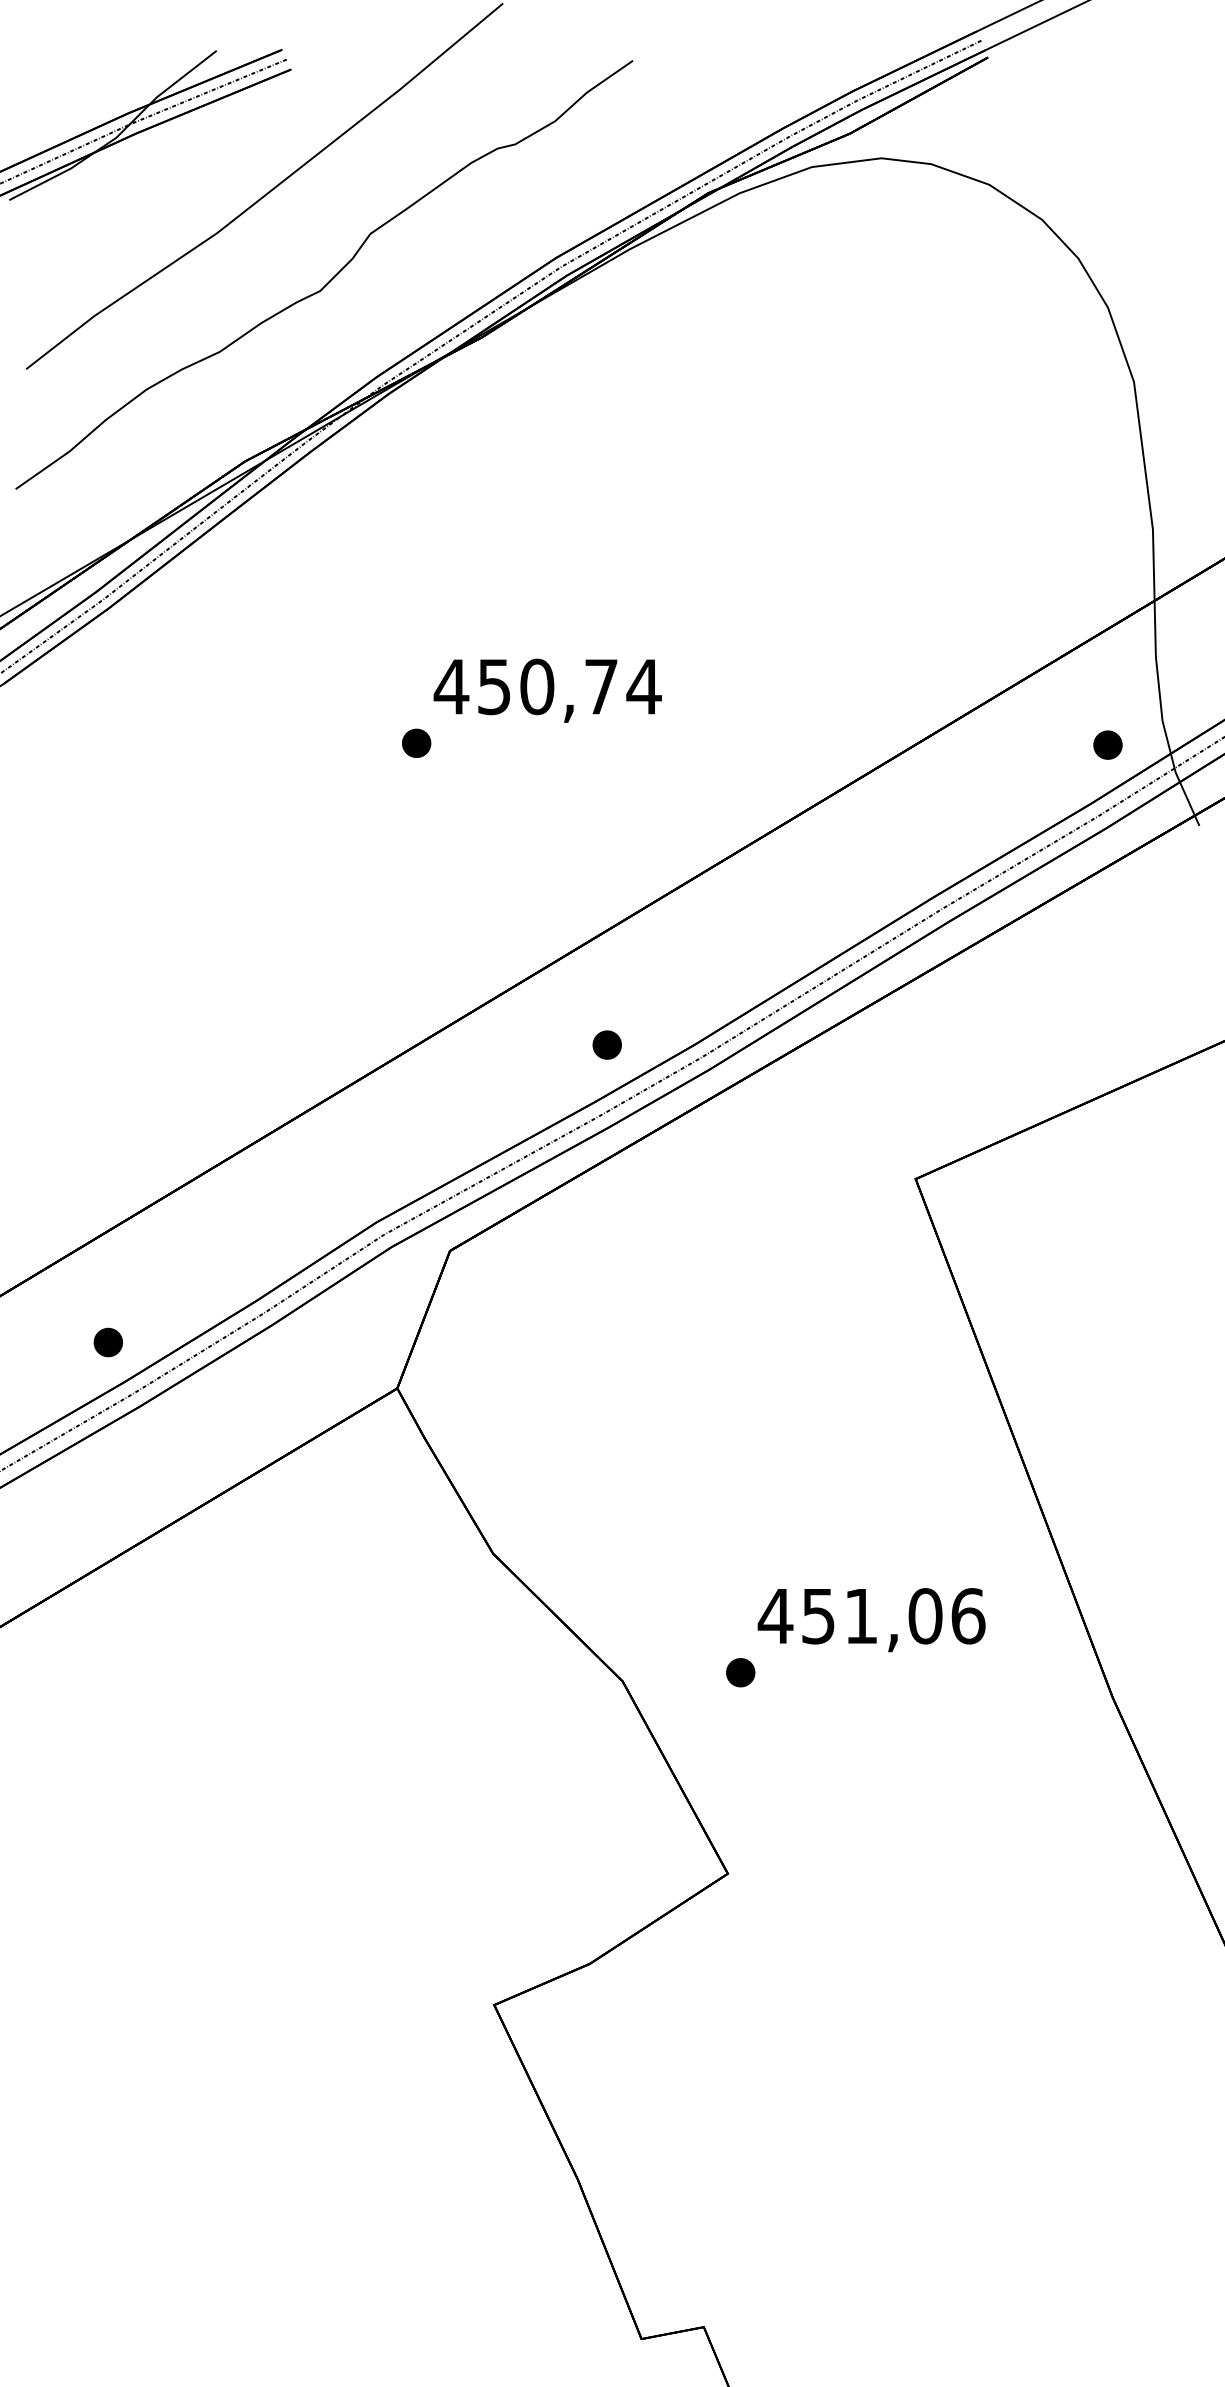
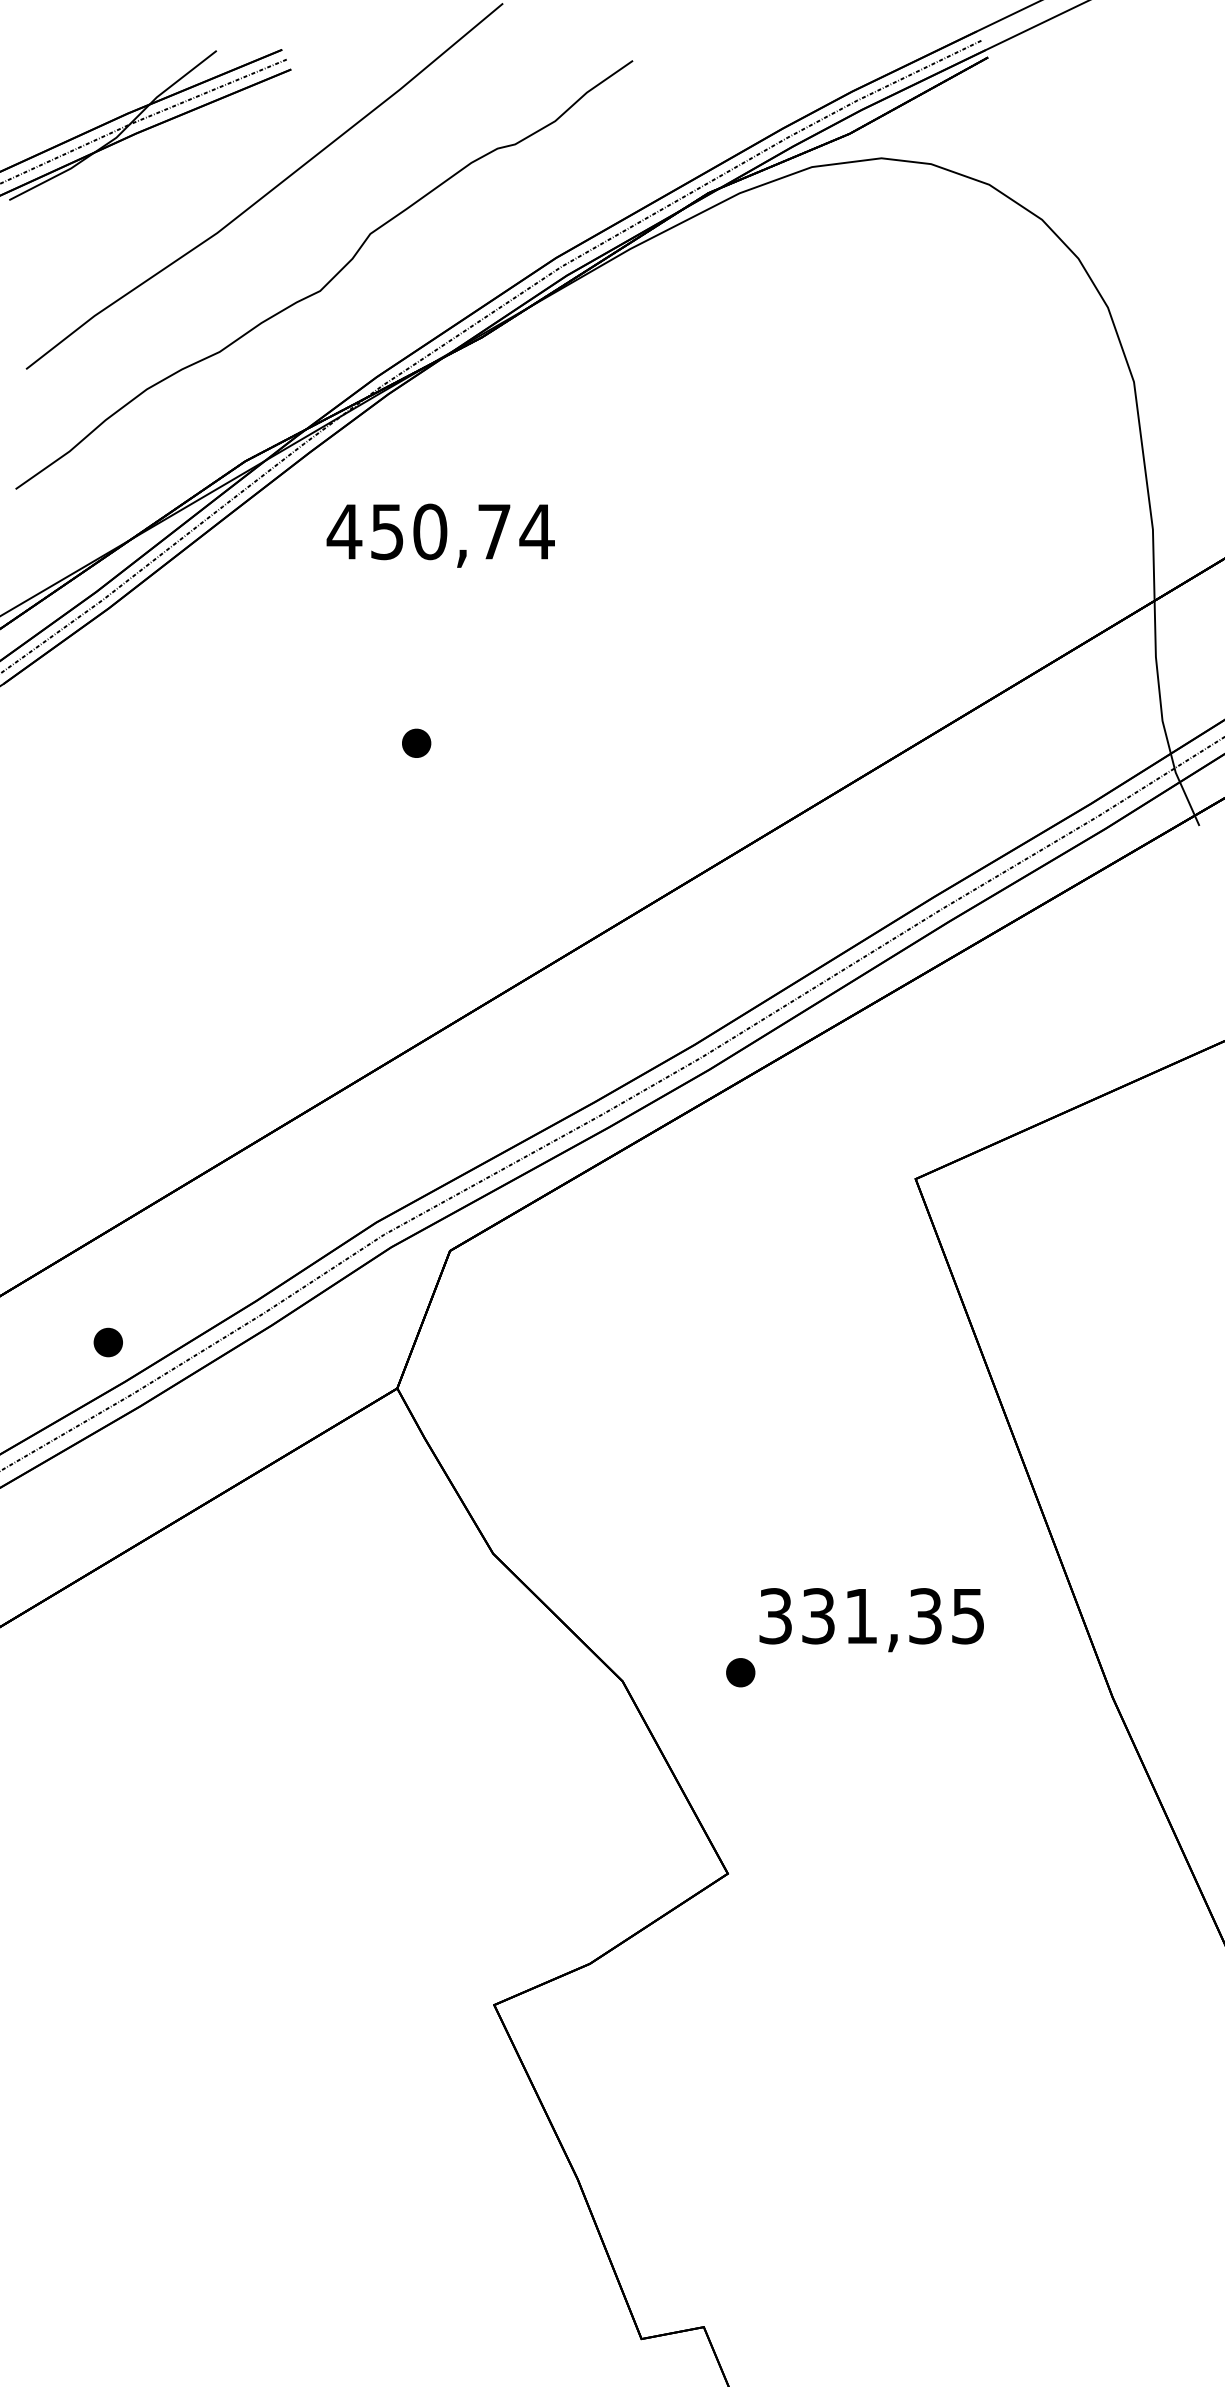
text at (547, 690) position: (547, 690) -> (440, 535)
part at (1107, 744): present -> none
part at (606, 1044): present -> none
text at (871, 1616): 451,06 -> 331,35
